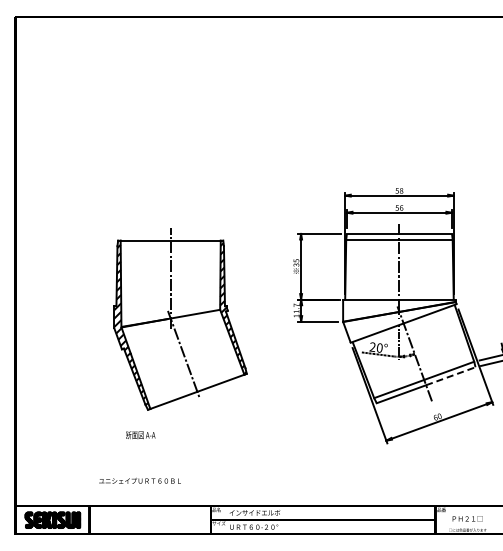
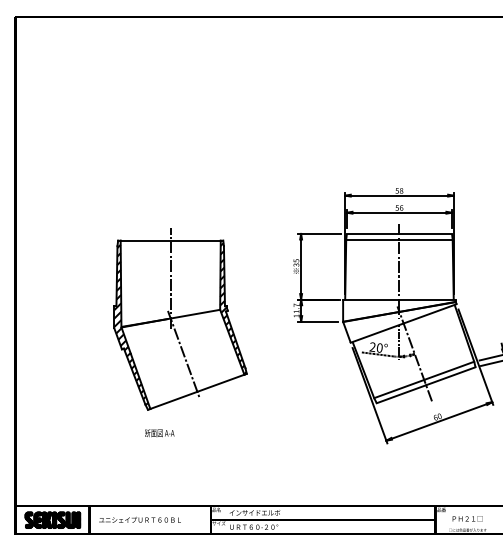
line at (451, 376): dashed -> solid
text at (140, 435) position: (140, 435) -> (159, 433)
text at (139, 480) position: (139, 480) -> (139, 519)
